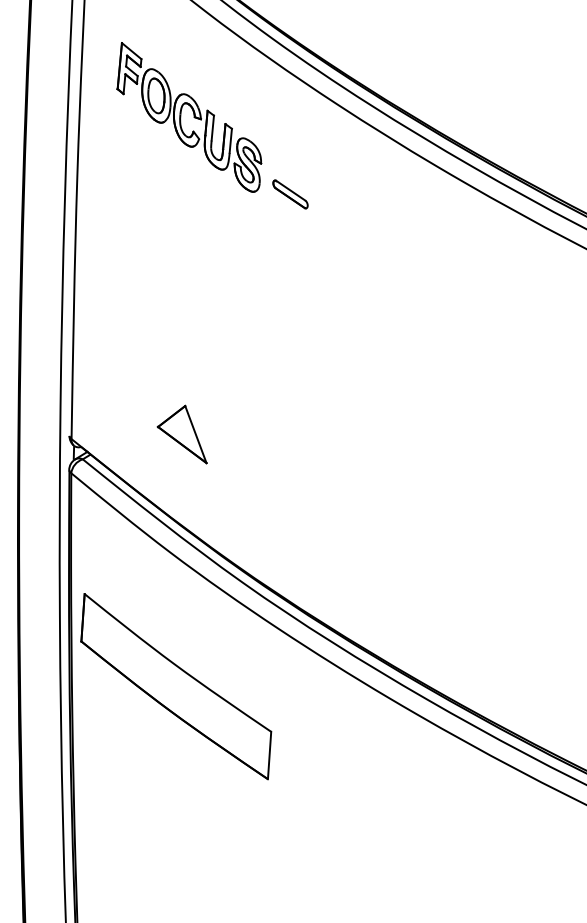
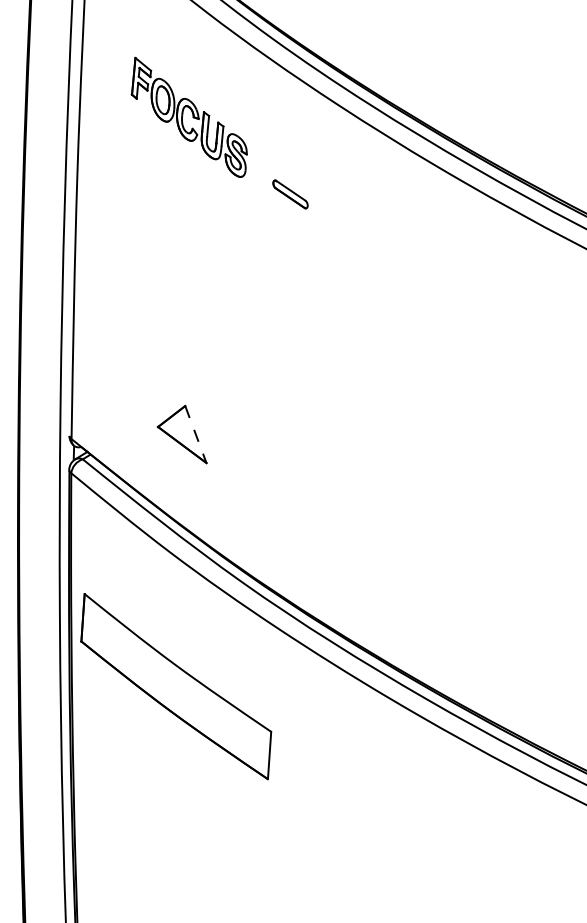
part at (189, 117) size: 147x151 px -> 118x122 px
line at (196, 435): solid -> dashed
